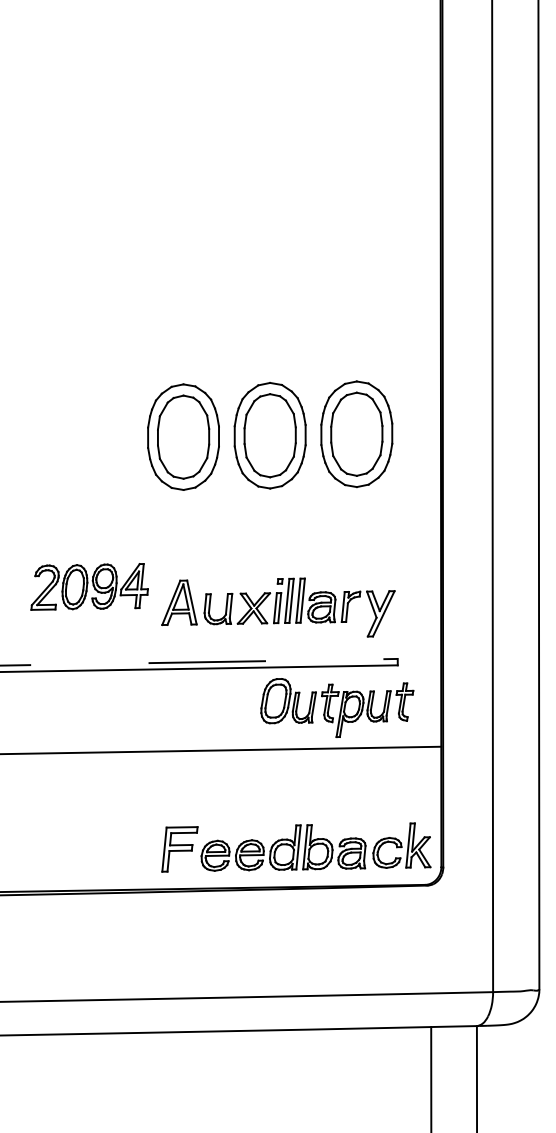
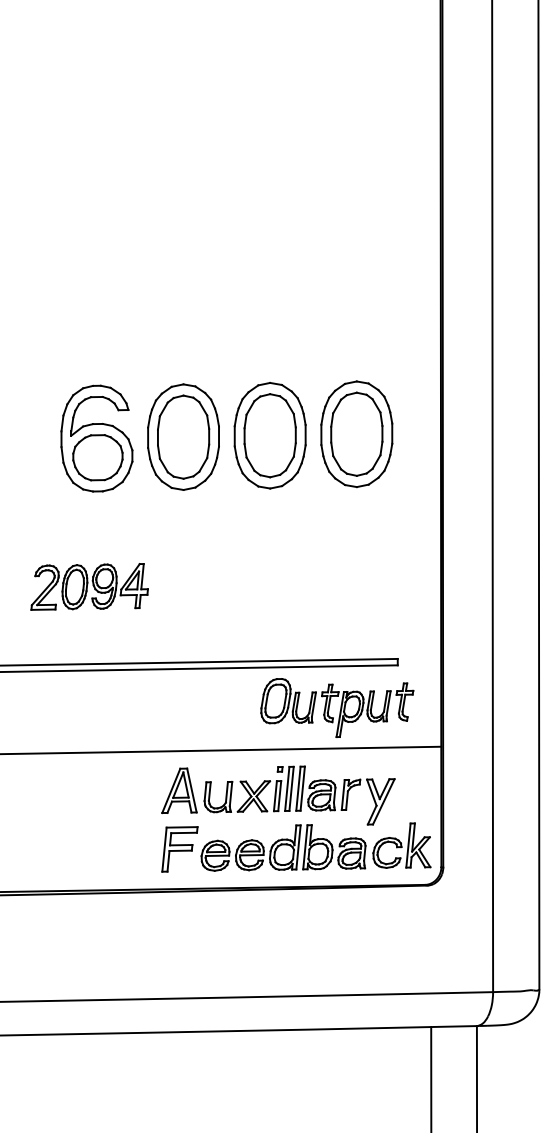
part at (96, 438): none -> present
part at (278, 607) position: (278, 607) -> (278, 795)
line at (199, 662): dashed -> solid
